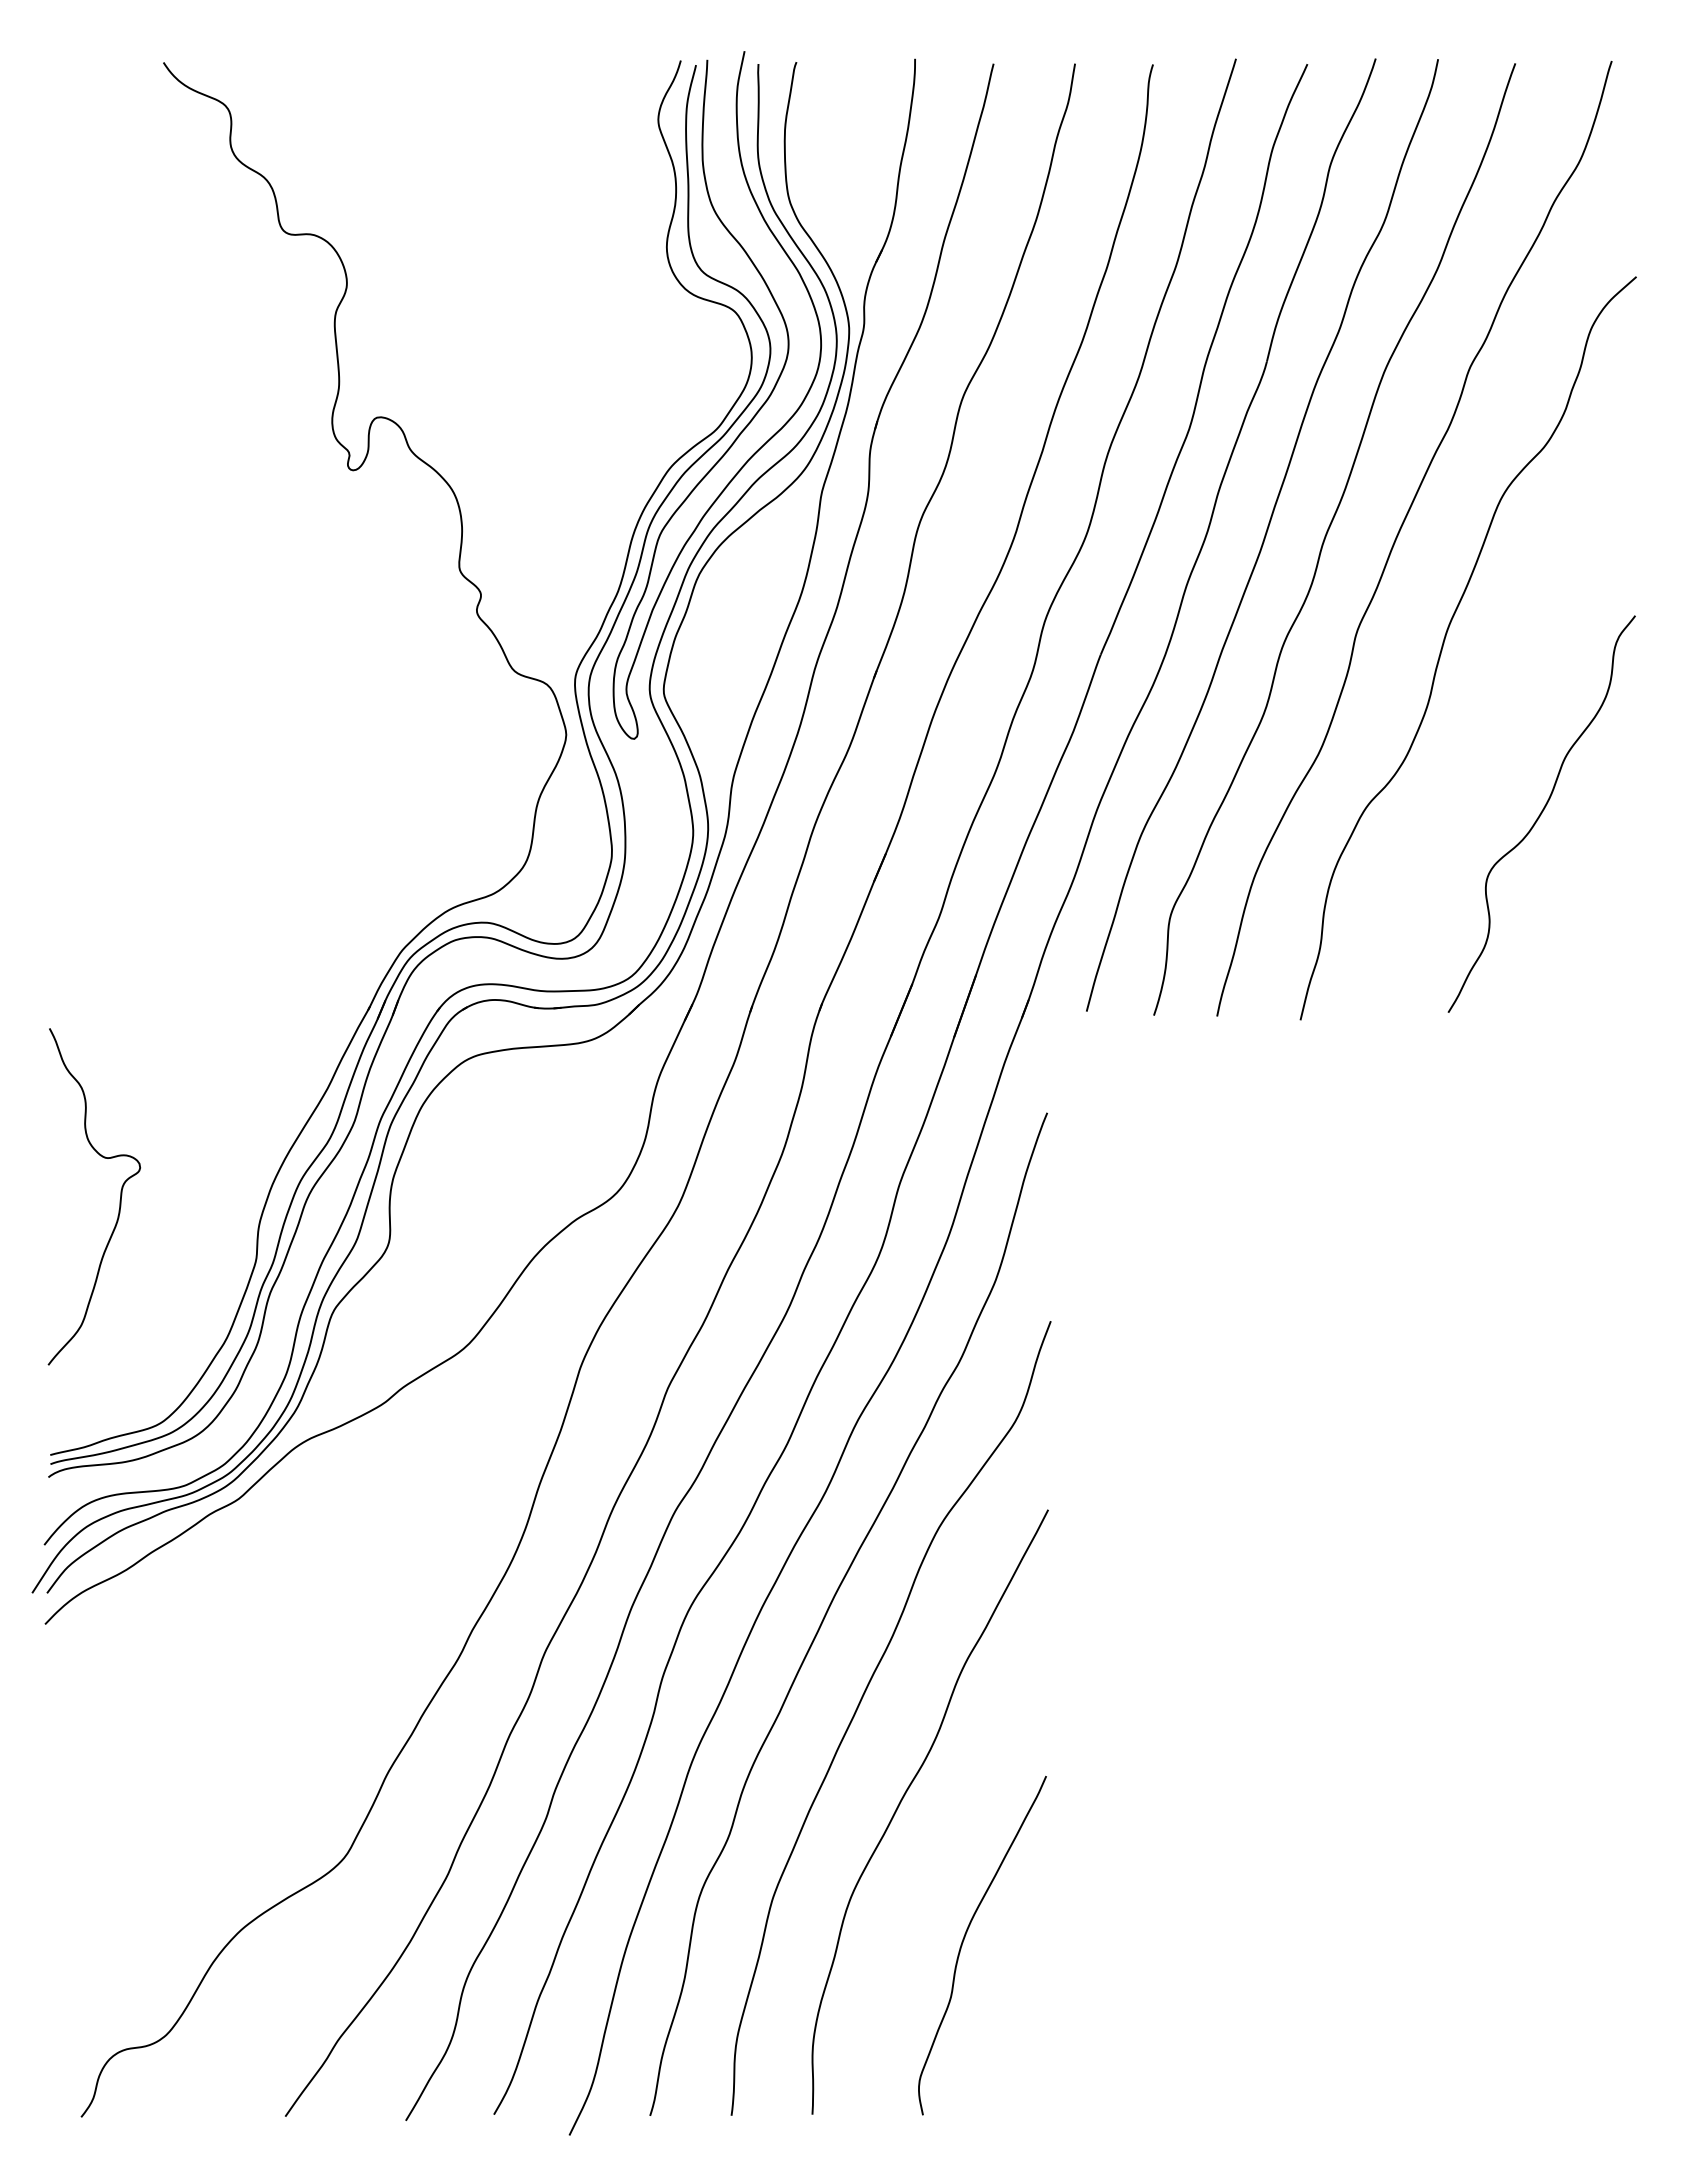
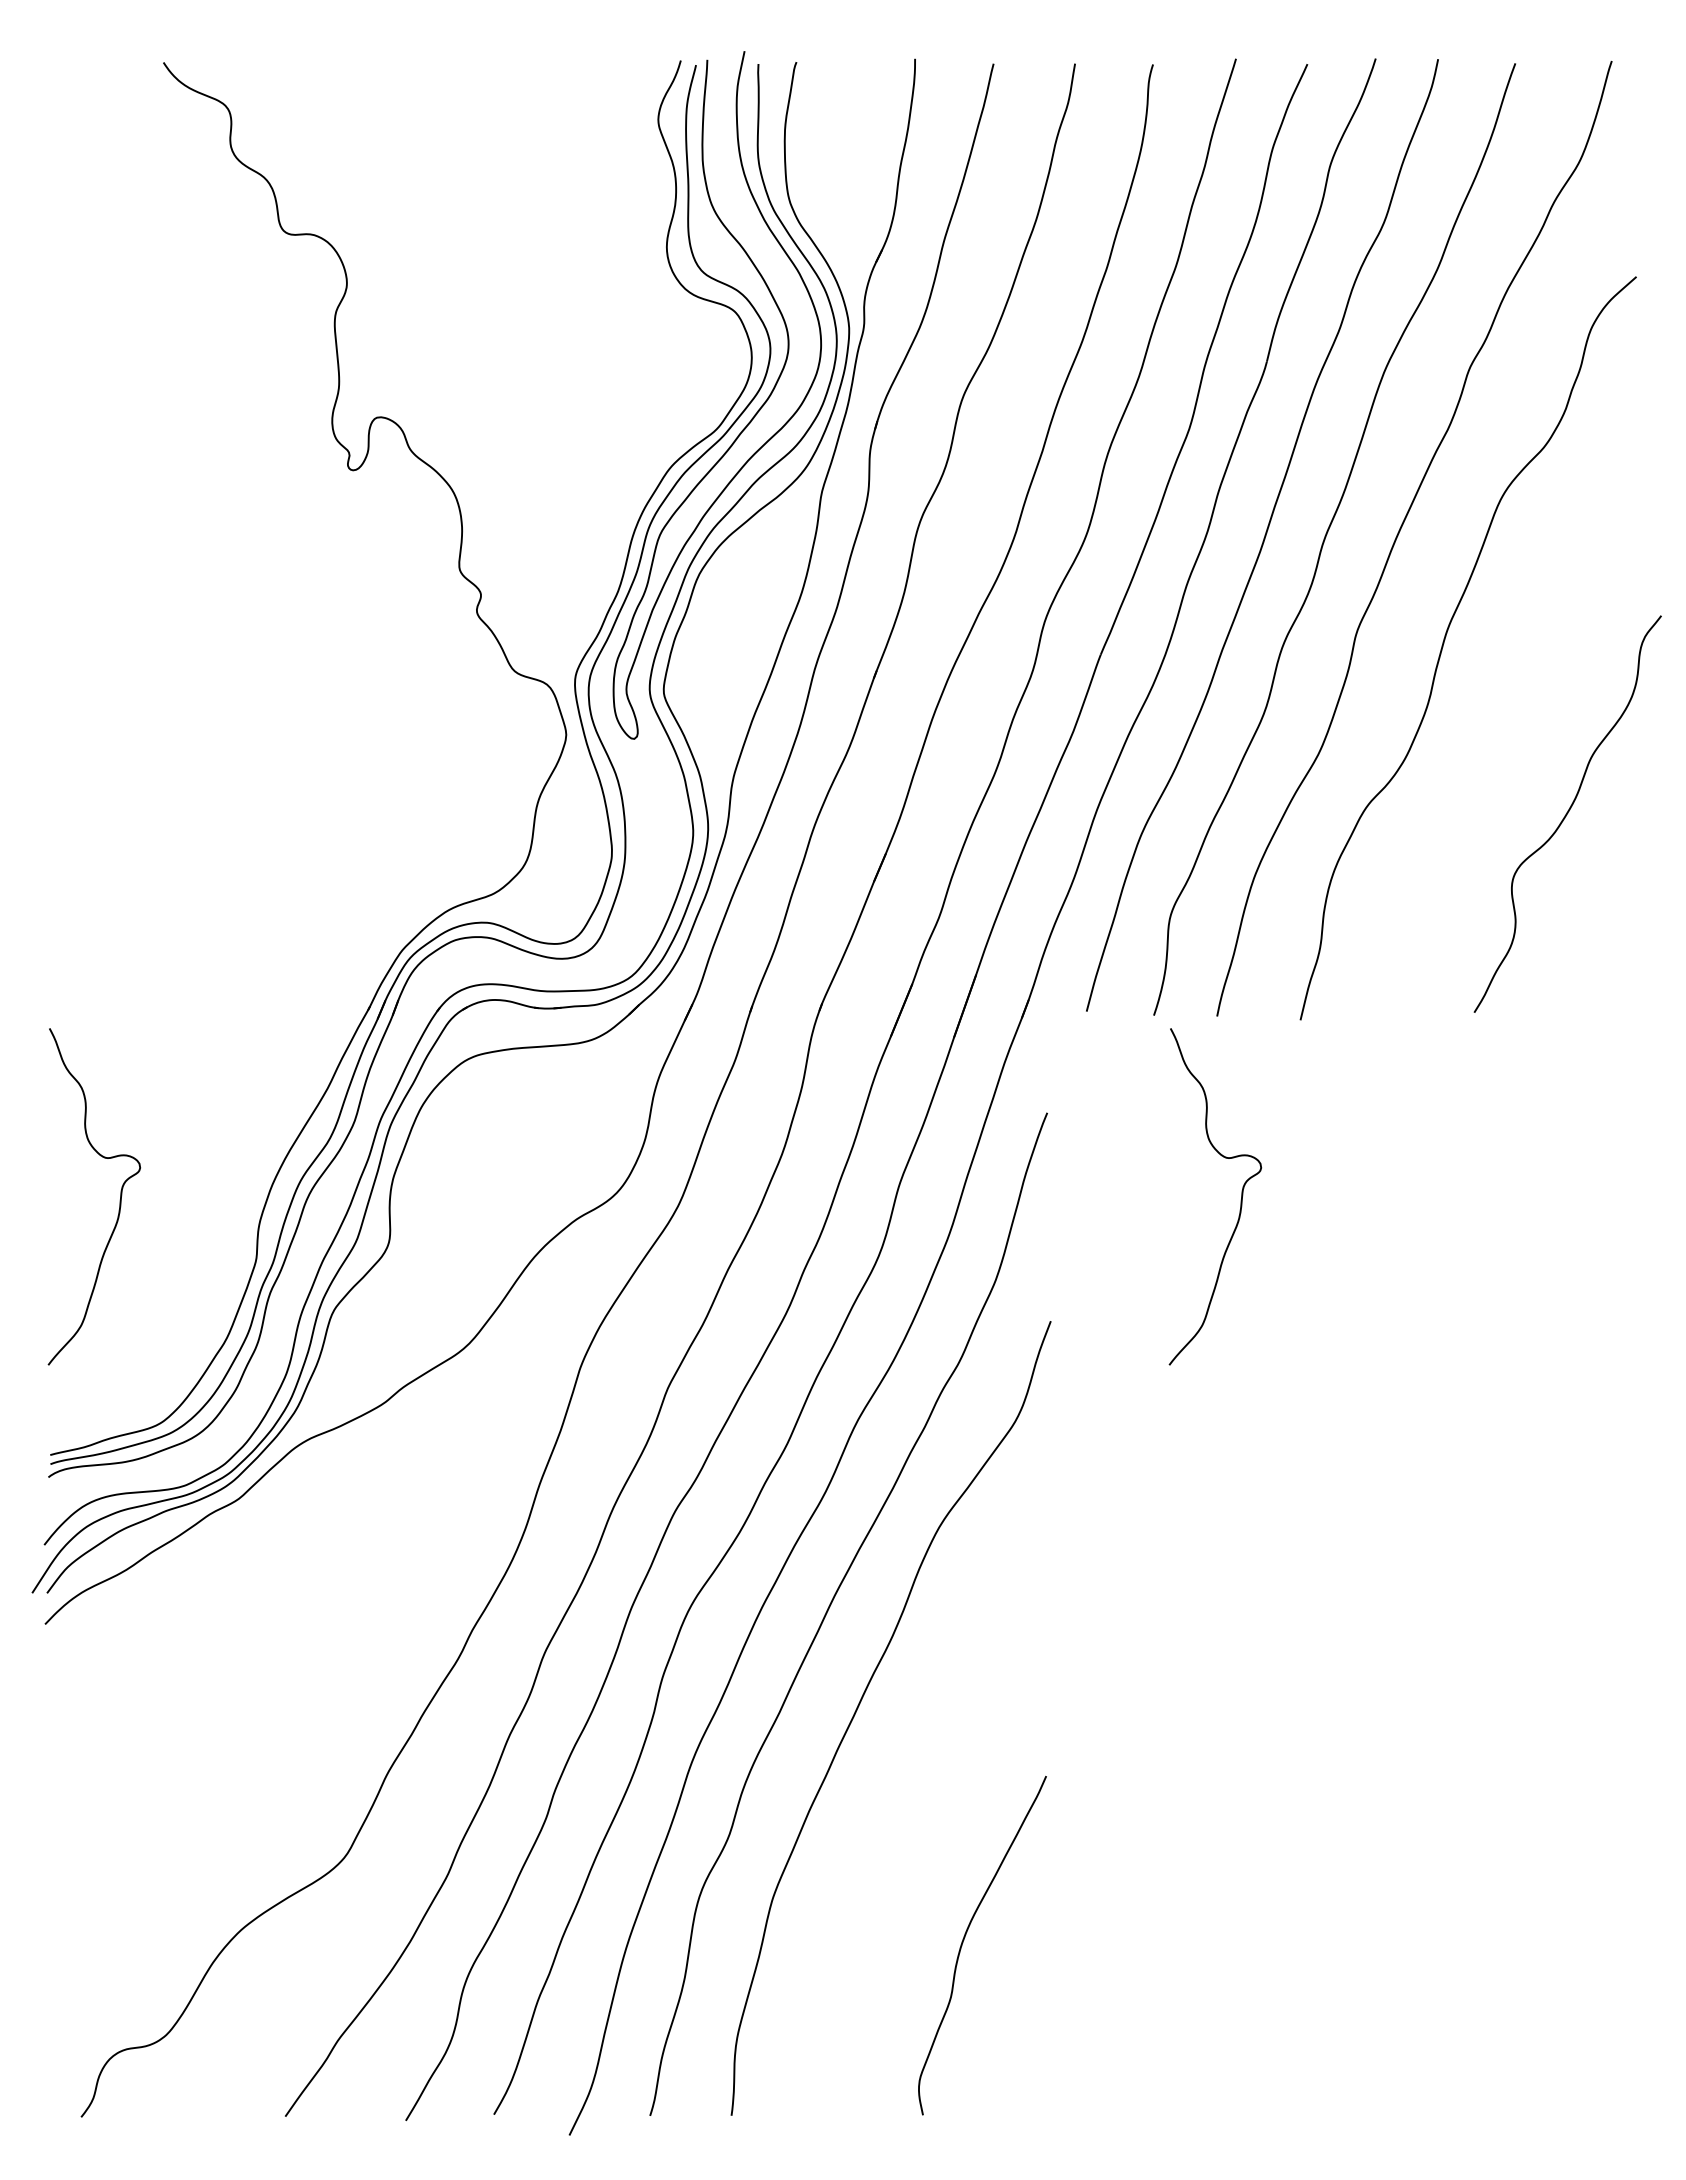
curve at (1541, 813) position: (1541, 813) -> (1567, 813)
curve at (1240, 1200): none -> present
curve at (905, 1795): present -> none
